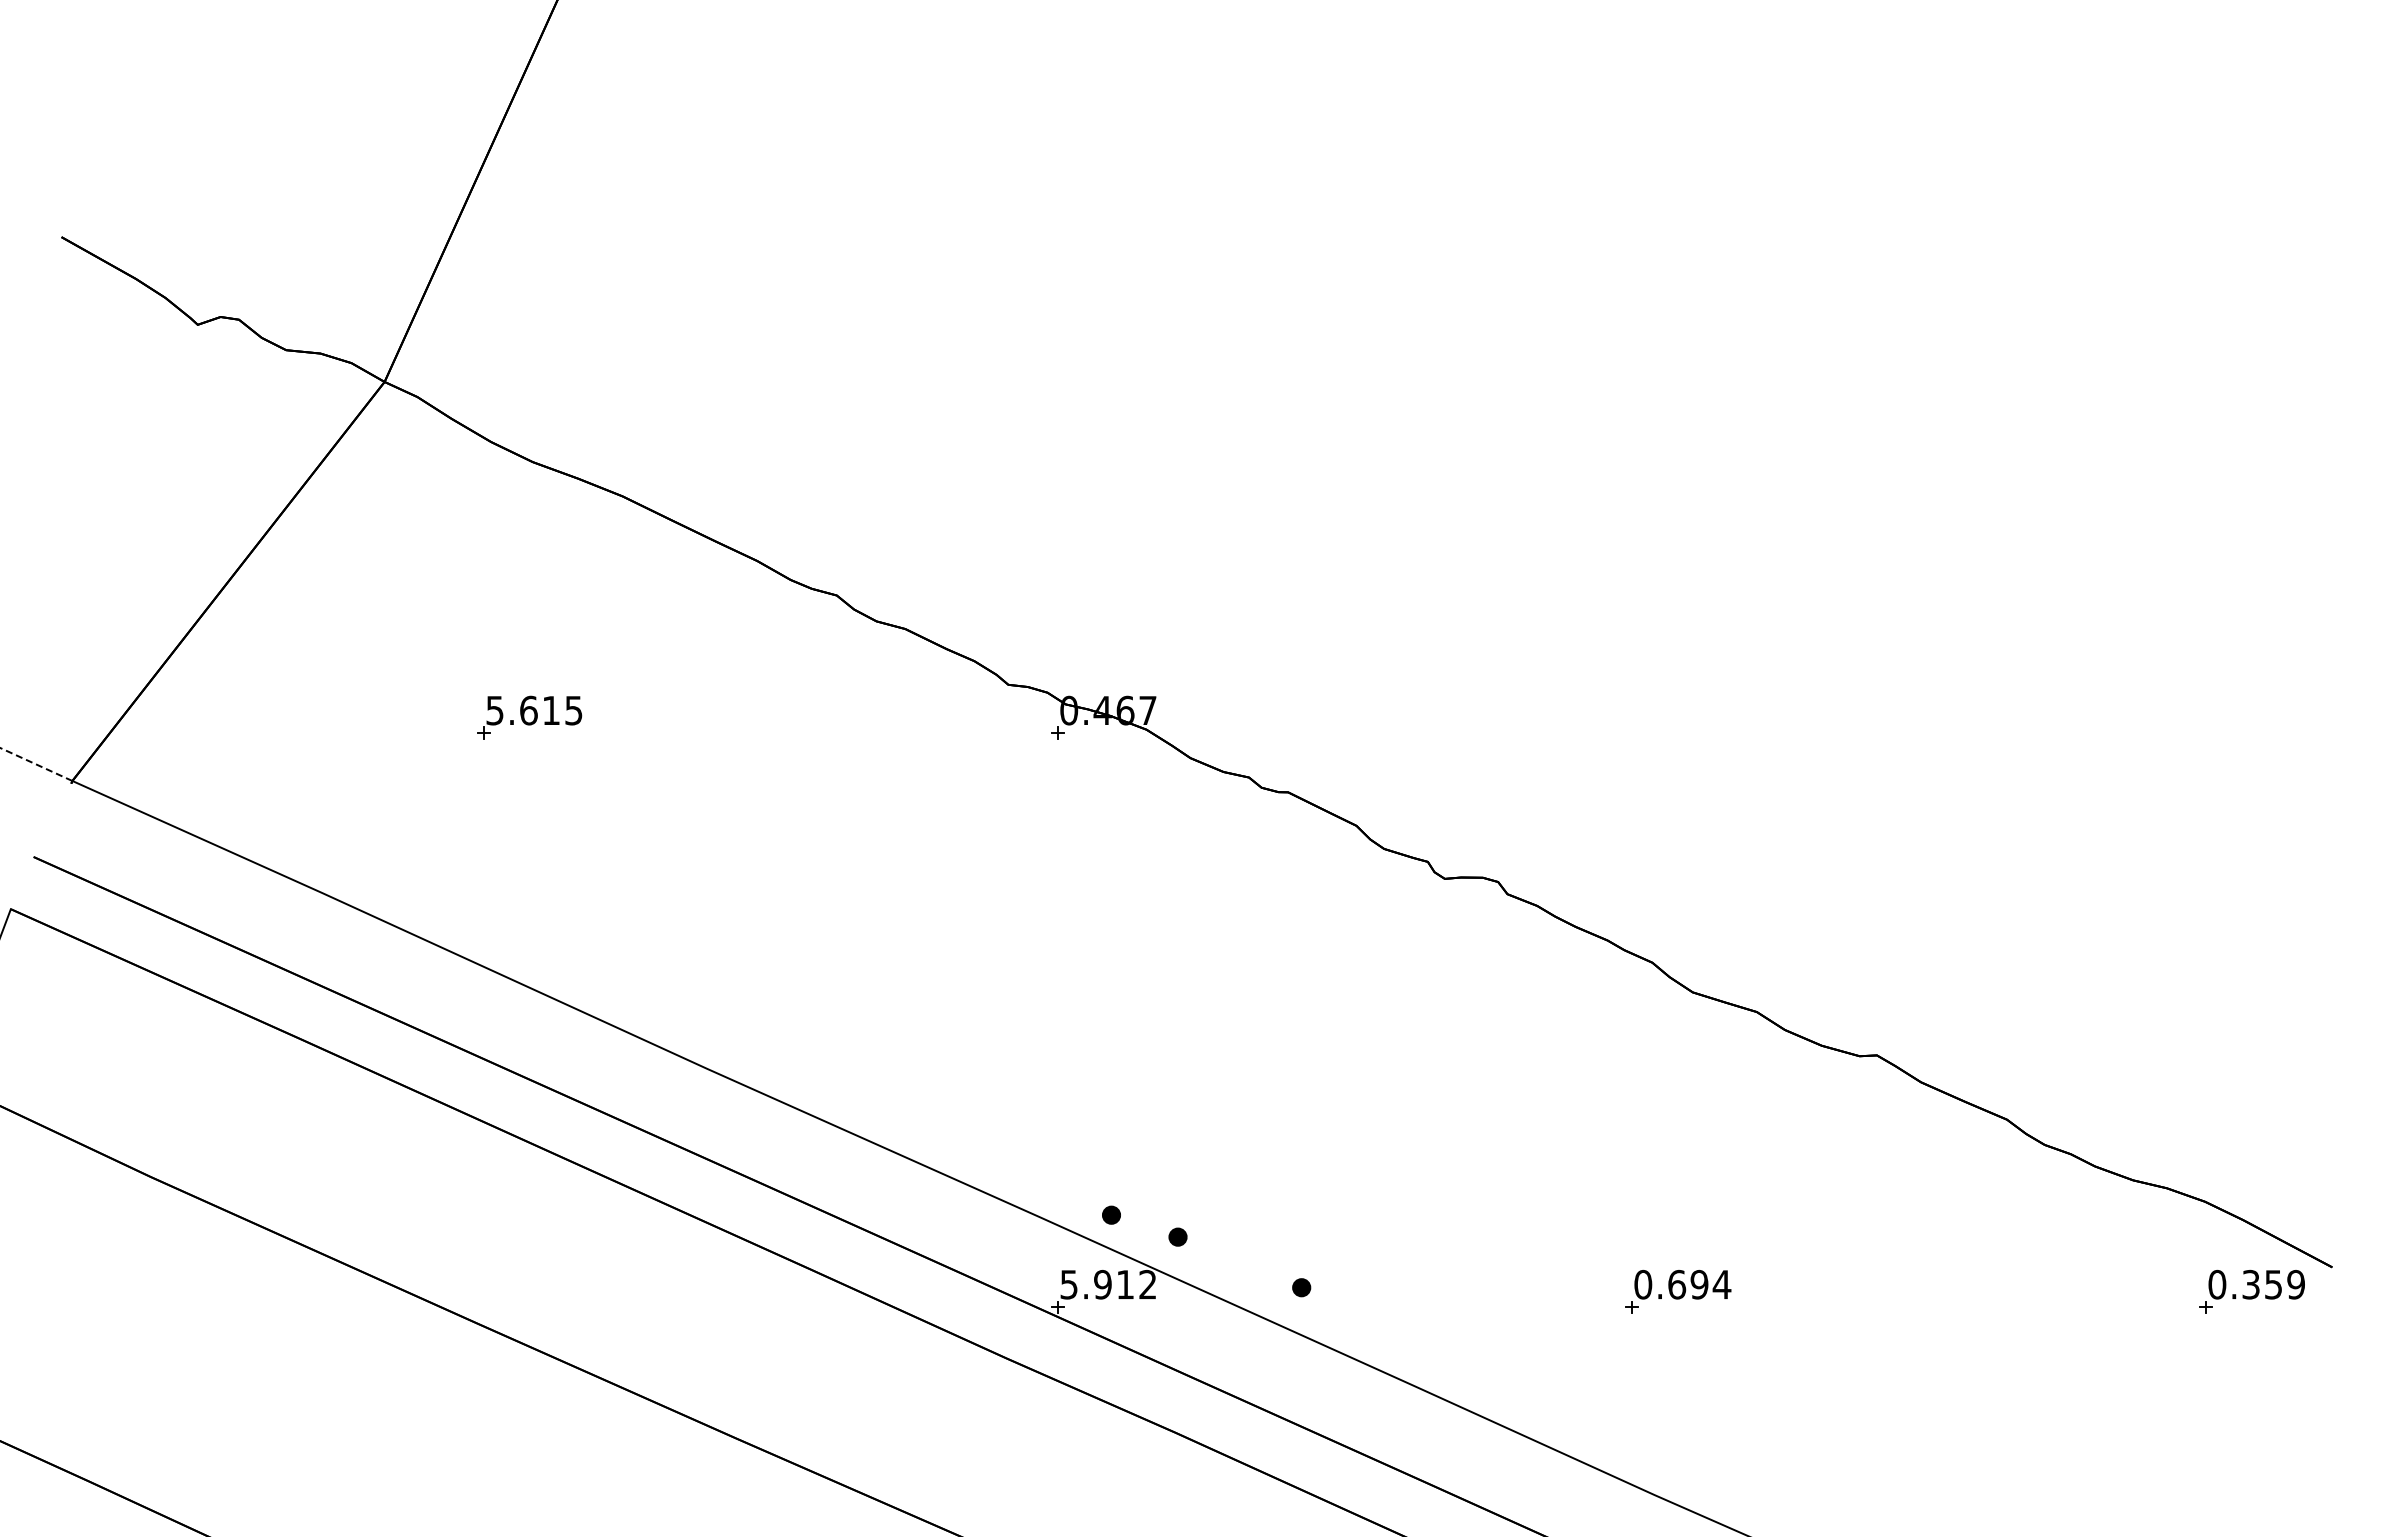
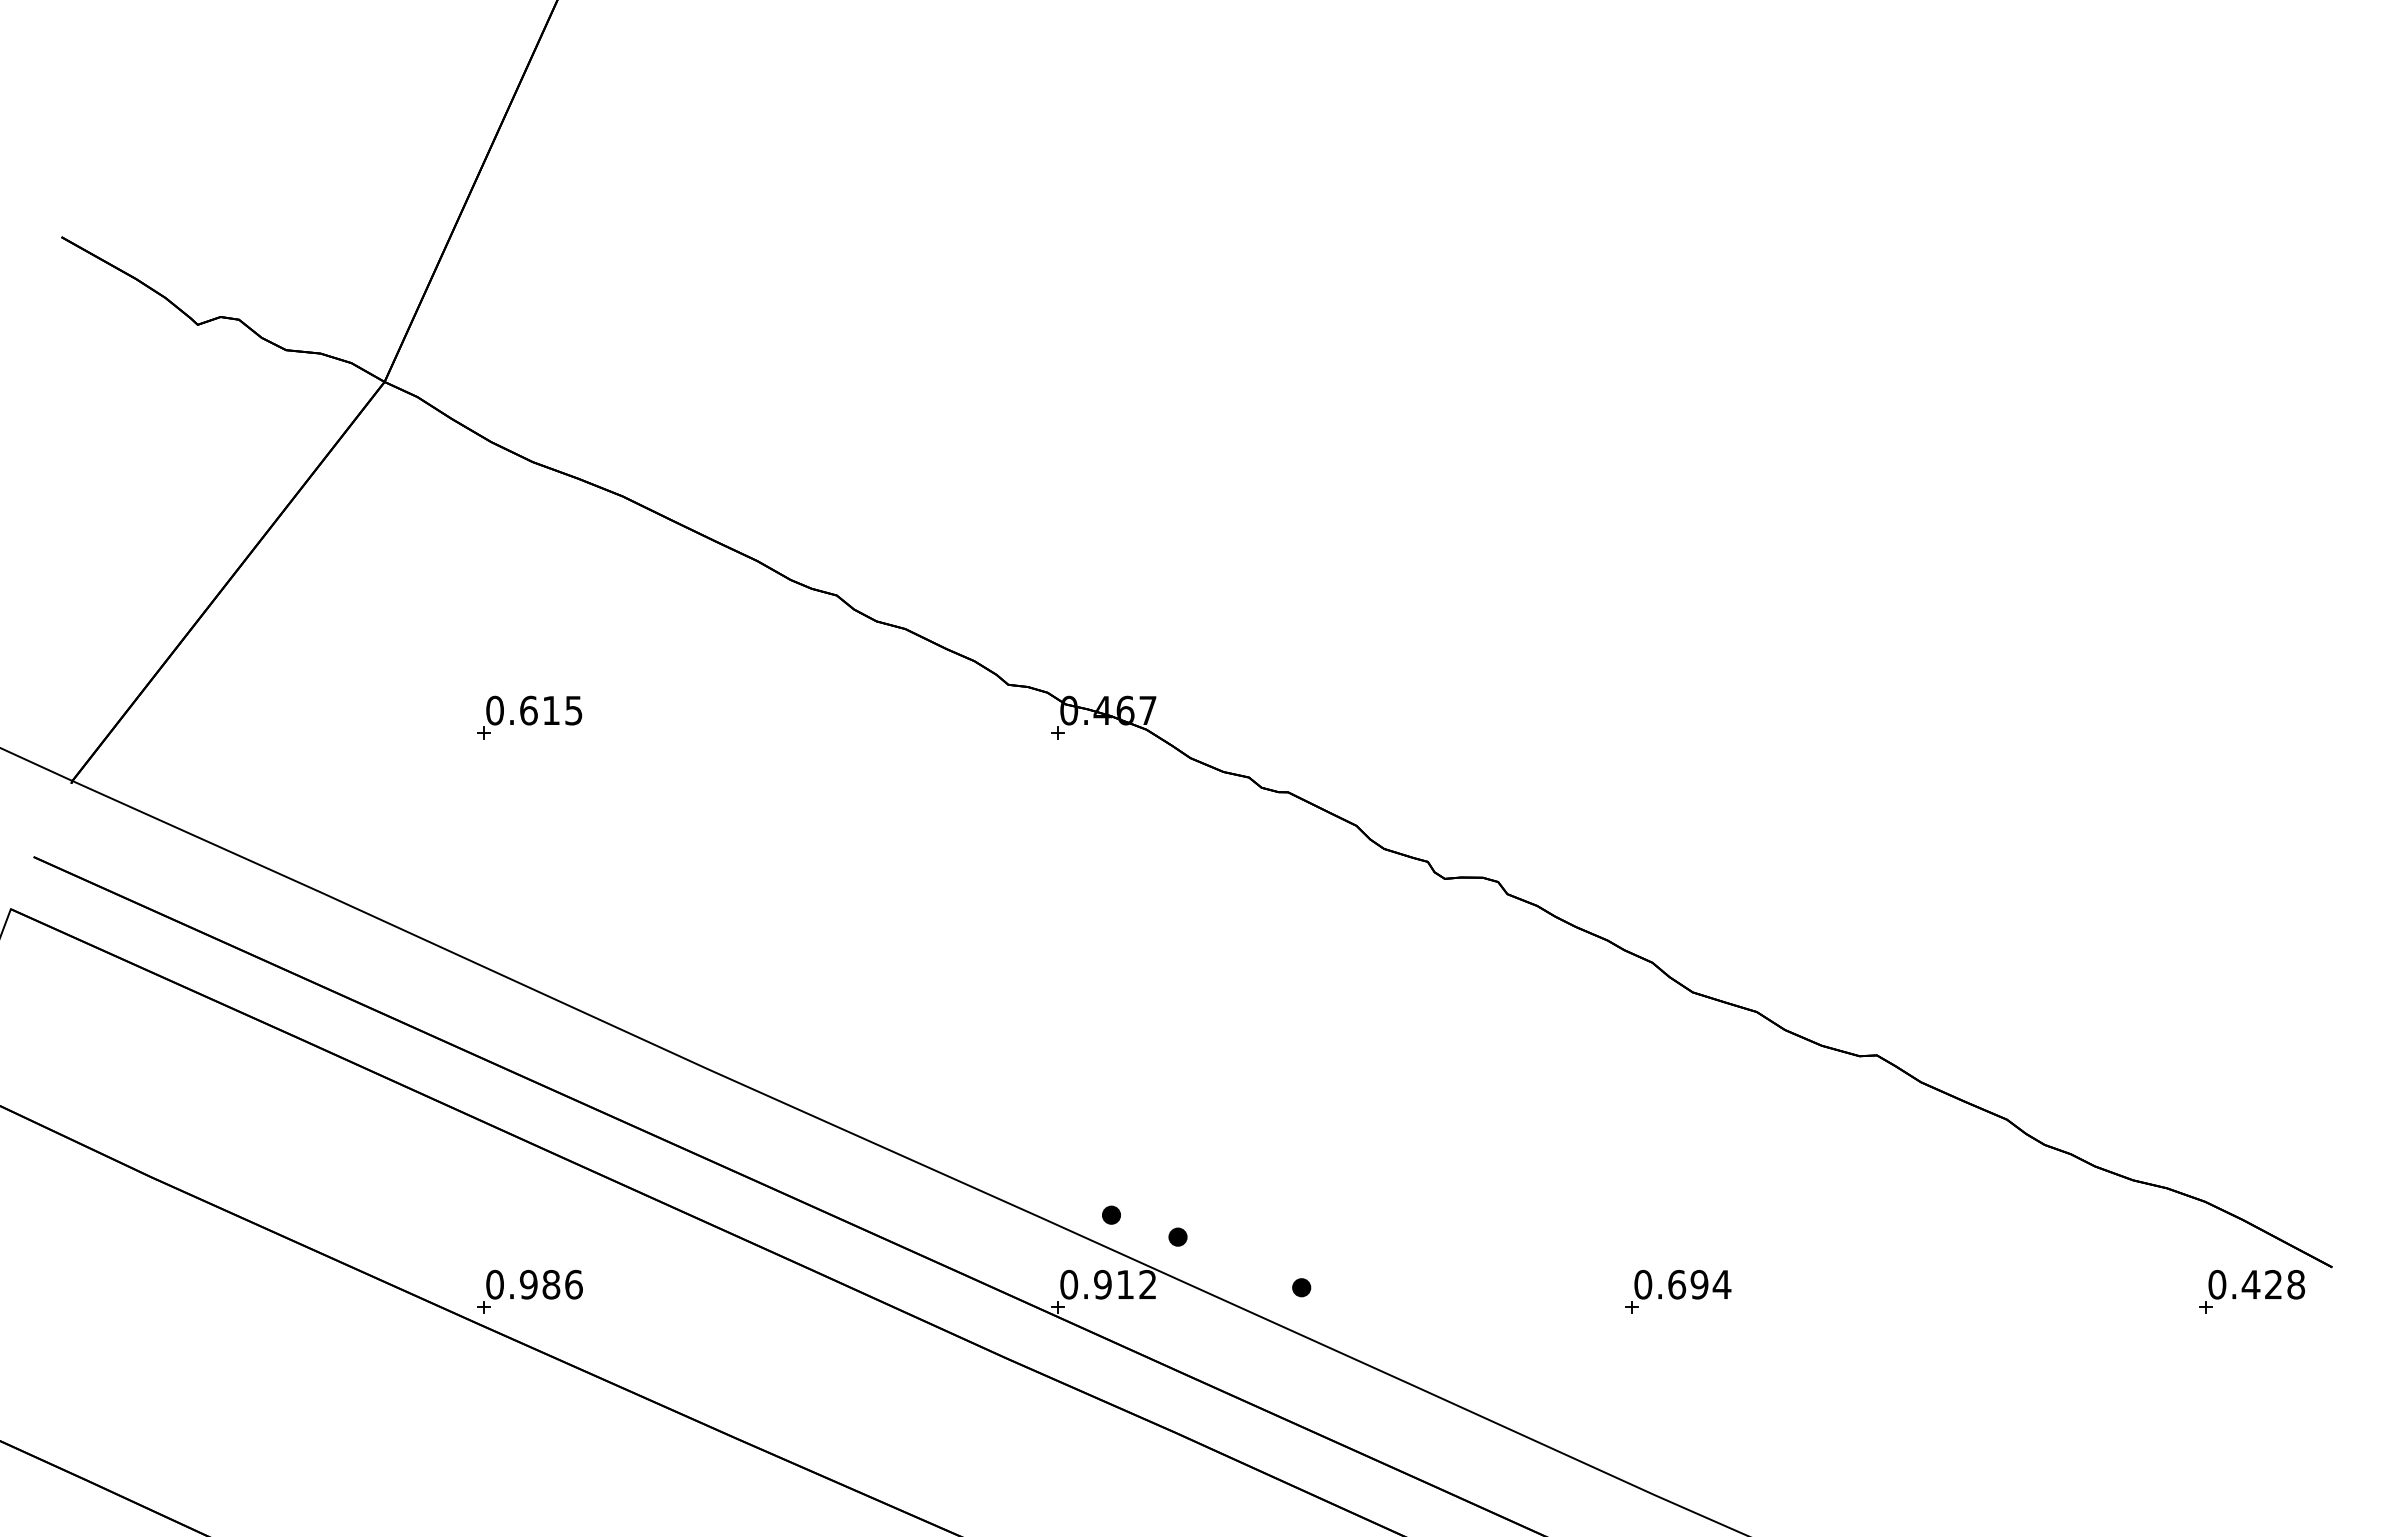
text at (494, 710): 5.615 -> 0.615
line at (36, 764): dashed -> solid
text at (1069, 1284): 5.912 -> 0.912
text at (2273, 1284): 0.359 -> 0.428
part at (529, 1291): none -> present
